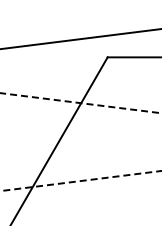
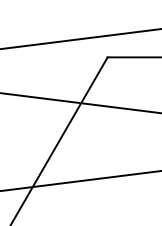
line at (81, 103): dashed -> solid
line at (81, 181): dashed -> solid
